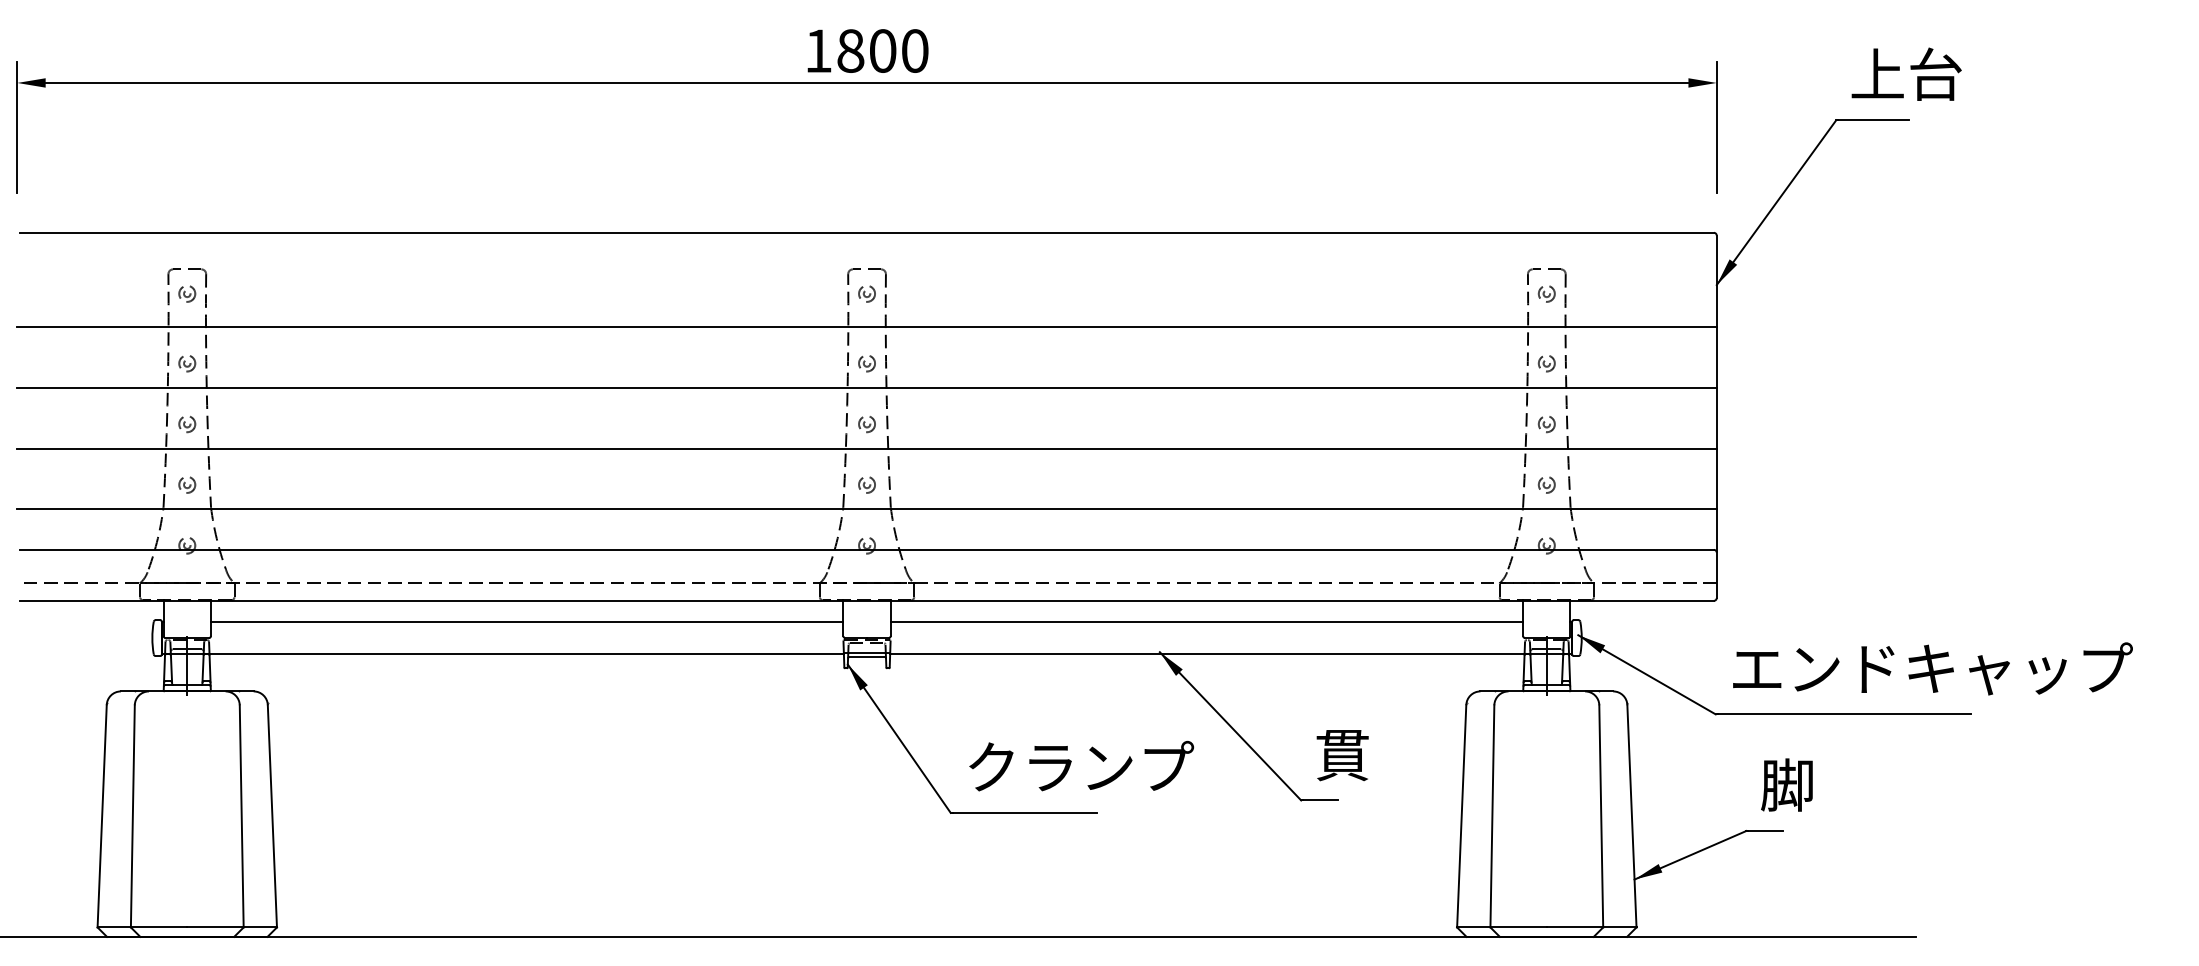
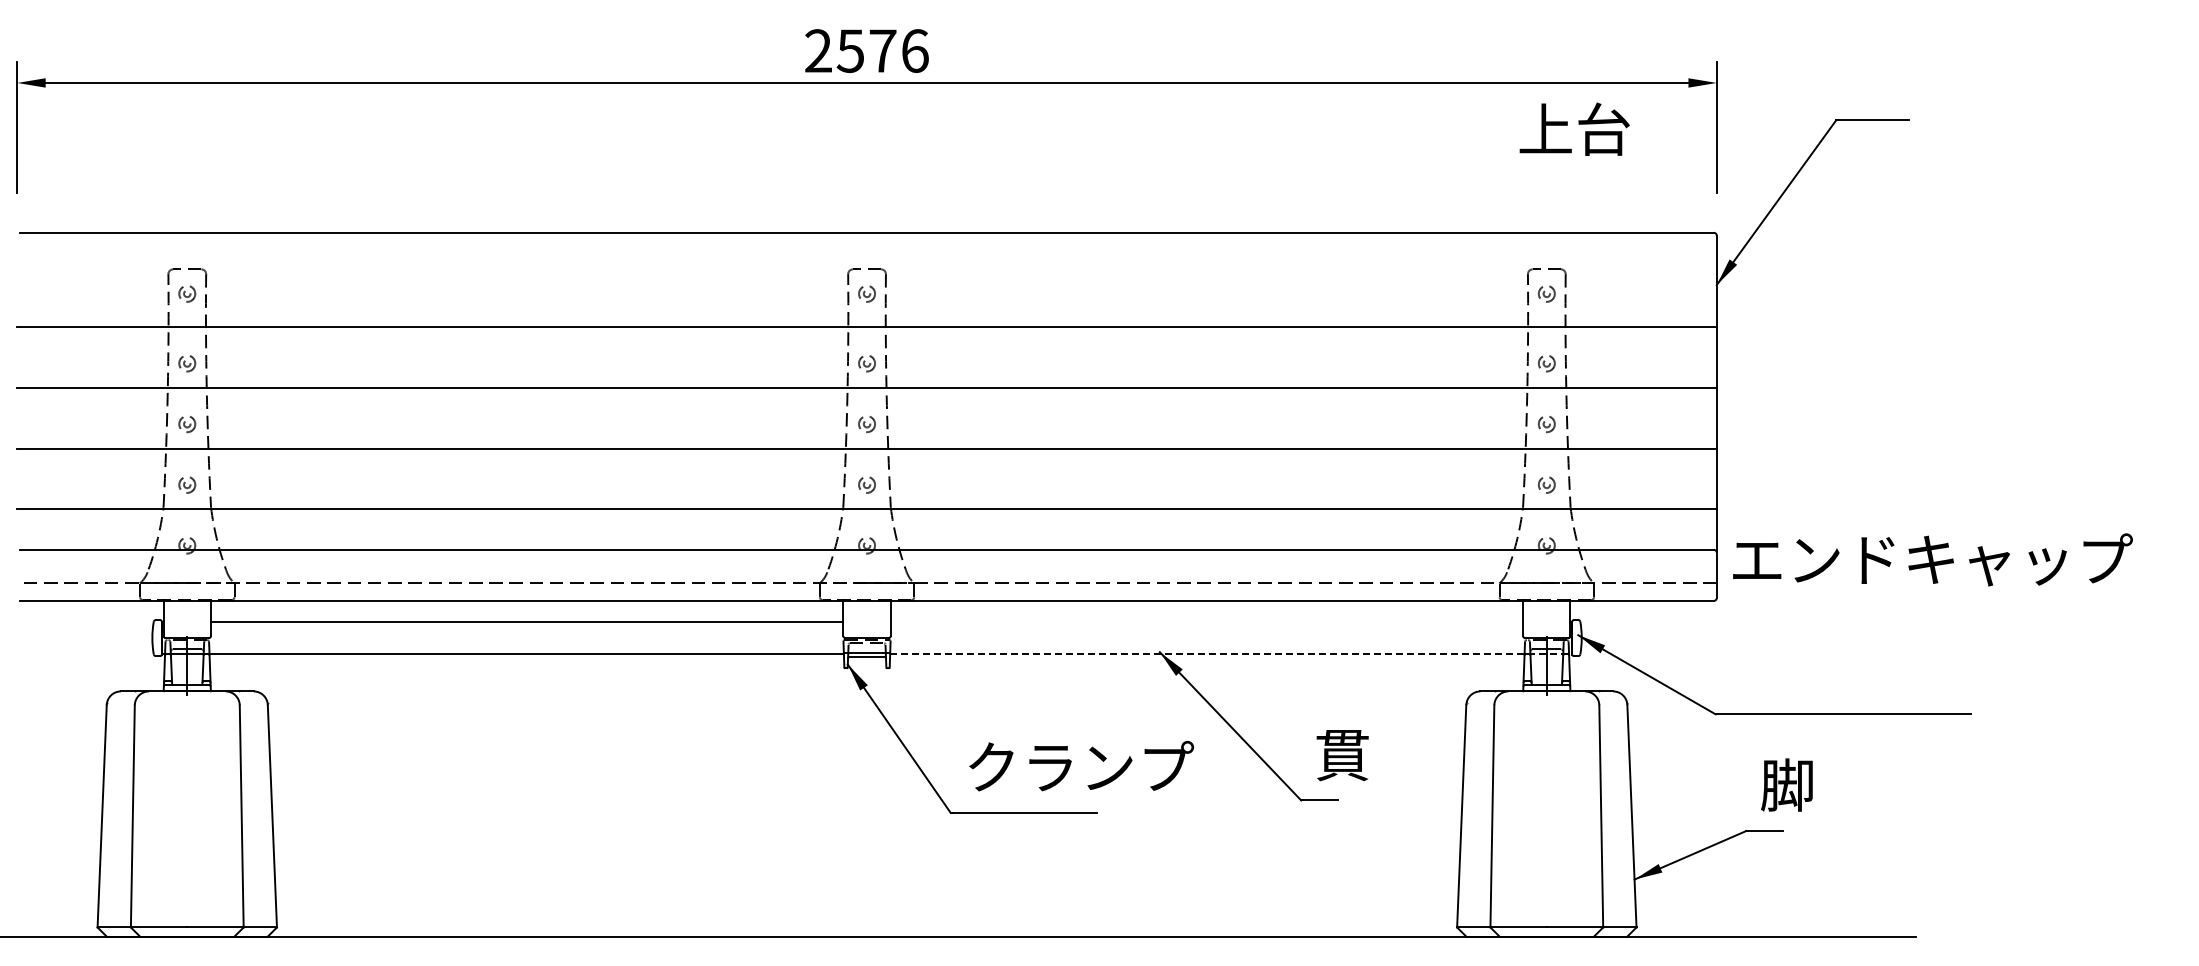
text at (866, 50): 1800 -> 2576
text at (1906, 73) position: (1906, 73) -> (1574, 128)
line at (1206, 622): present -> none
line at (1231, 654): solid -> dashed
text at (1932, 668) position: (1932, 668) -> (1932, 559)
